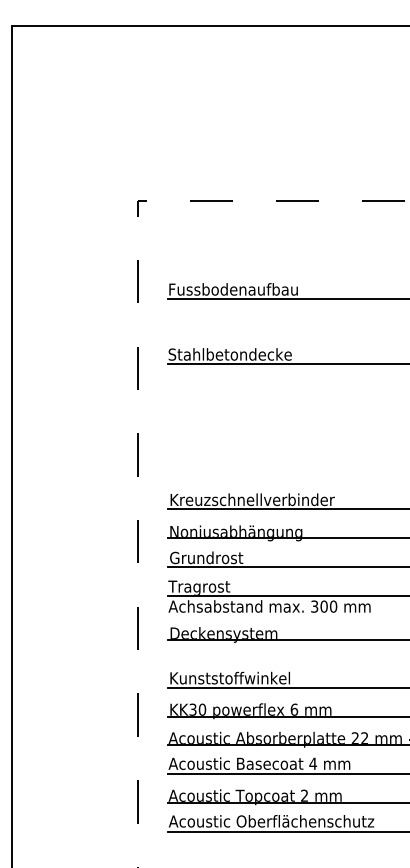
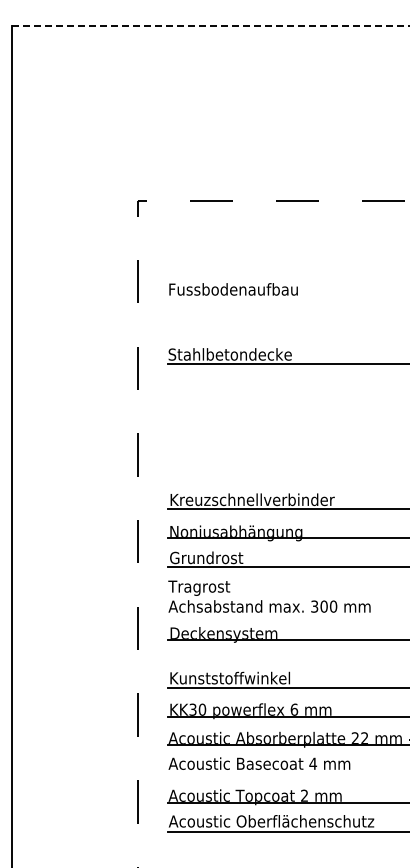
line at (211, 26): solid -> dashed
line at (286, 298): present -> none
line at (287, 595): present -> none
line at (287, 774): present -> none
